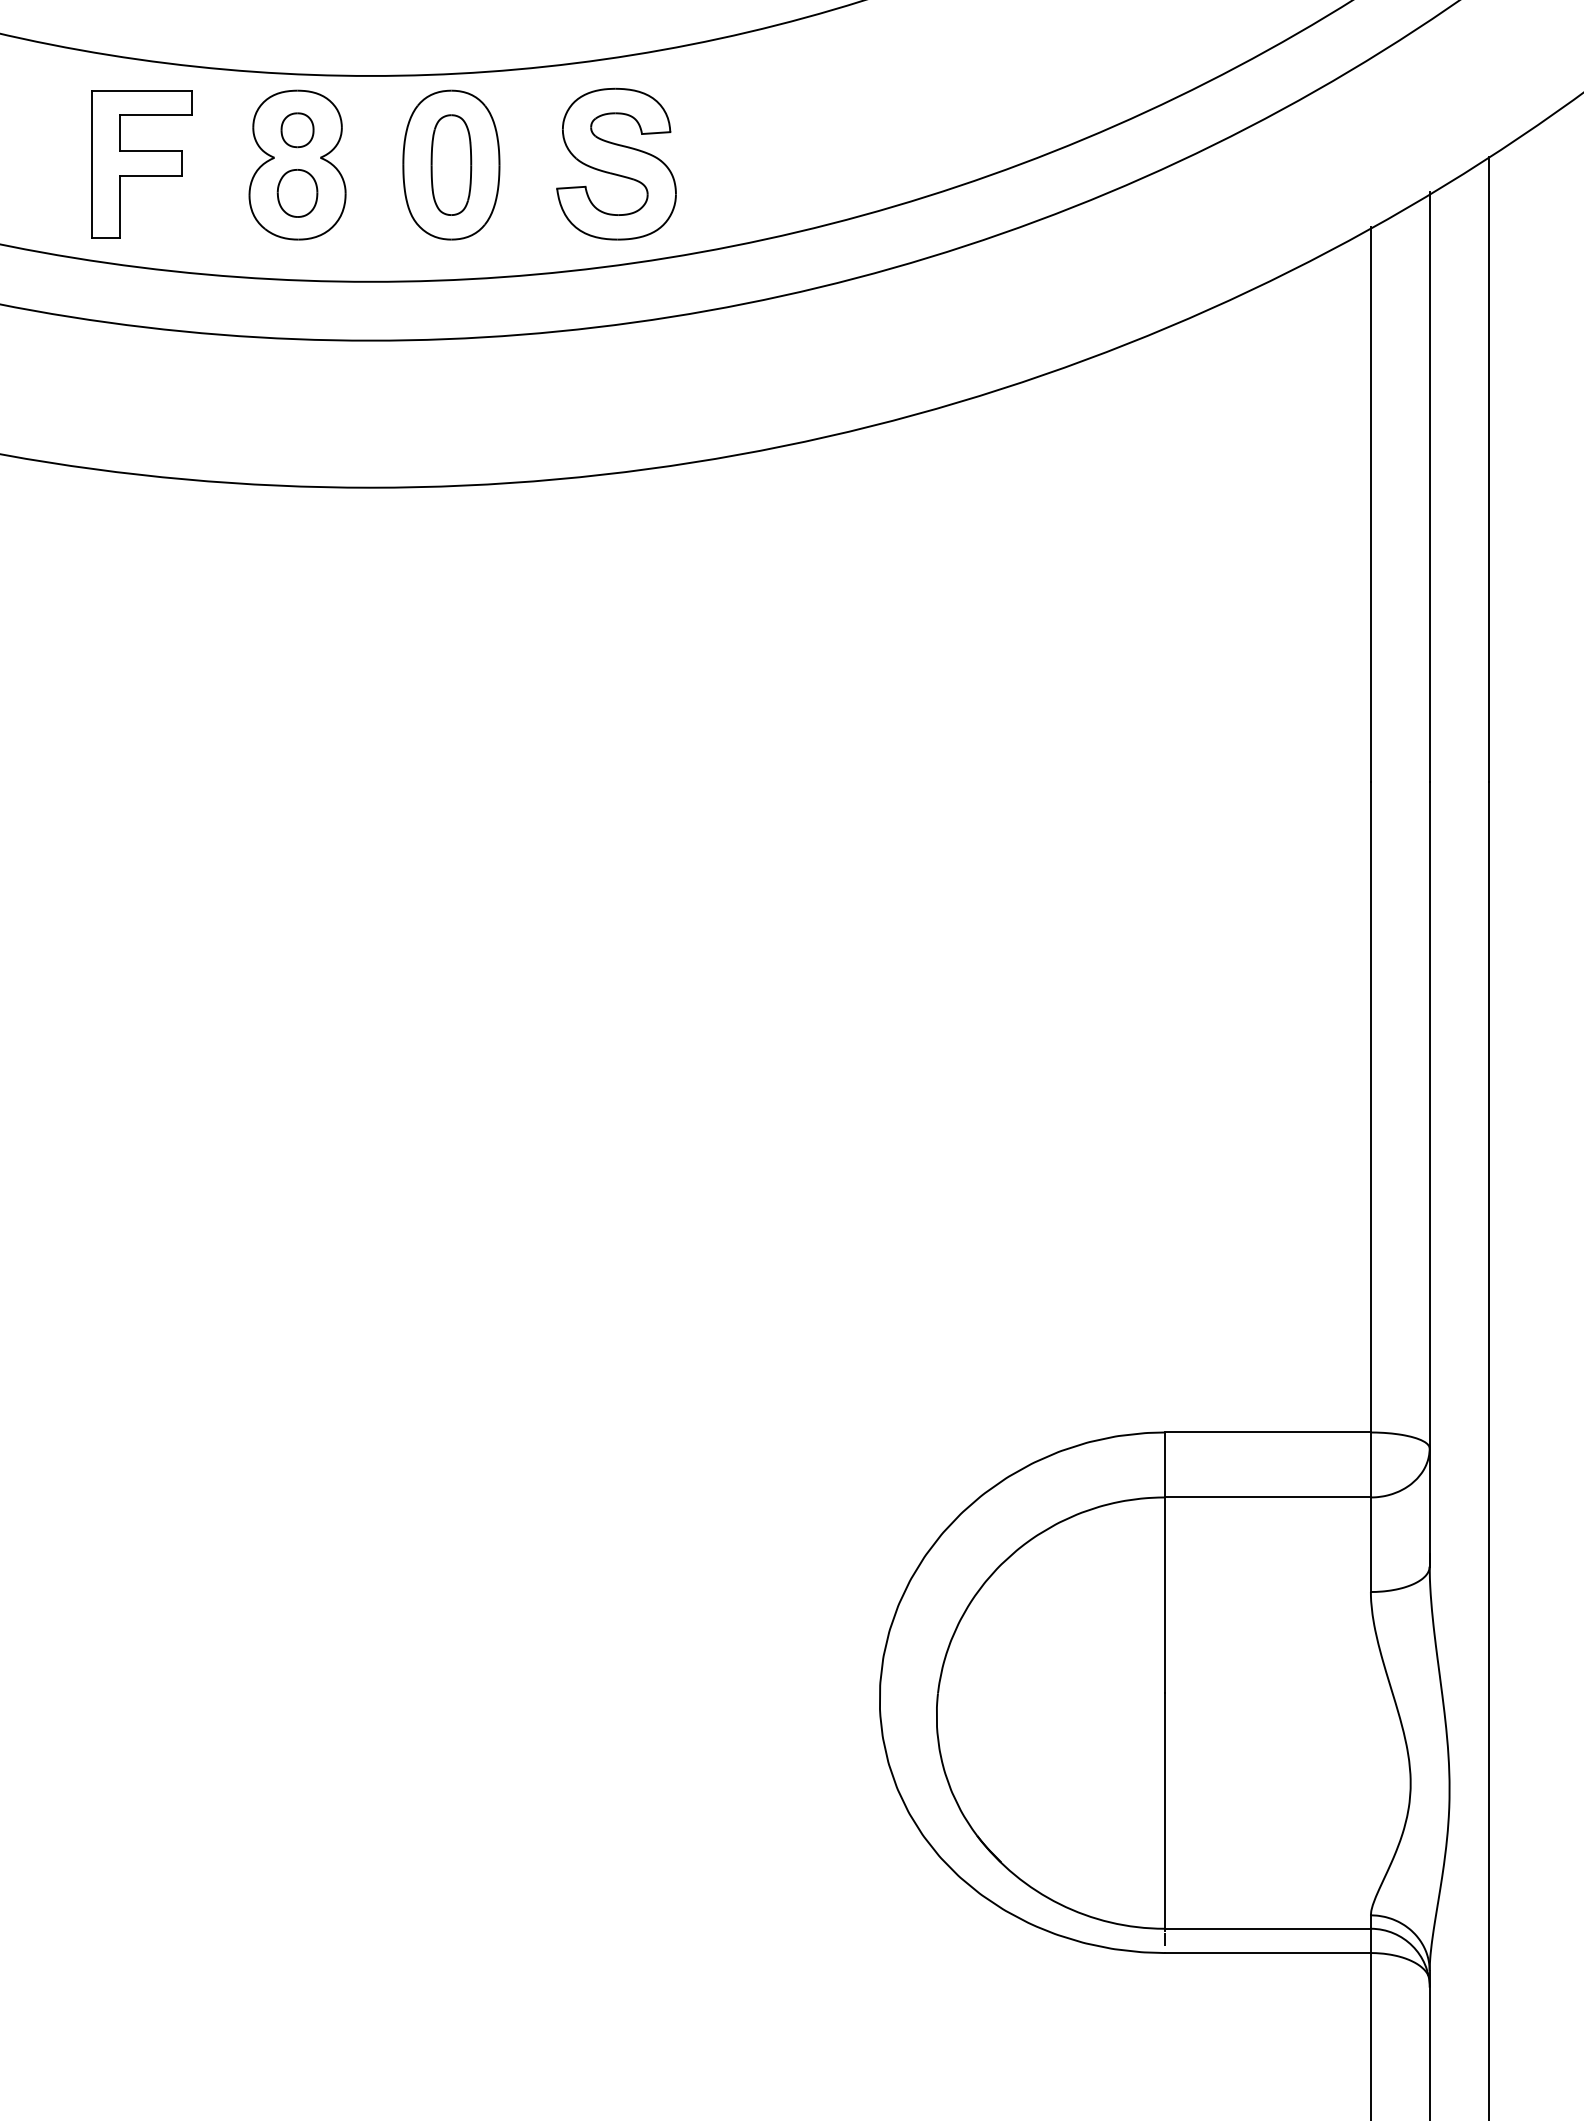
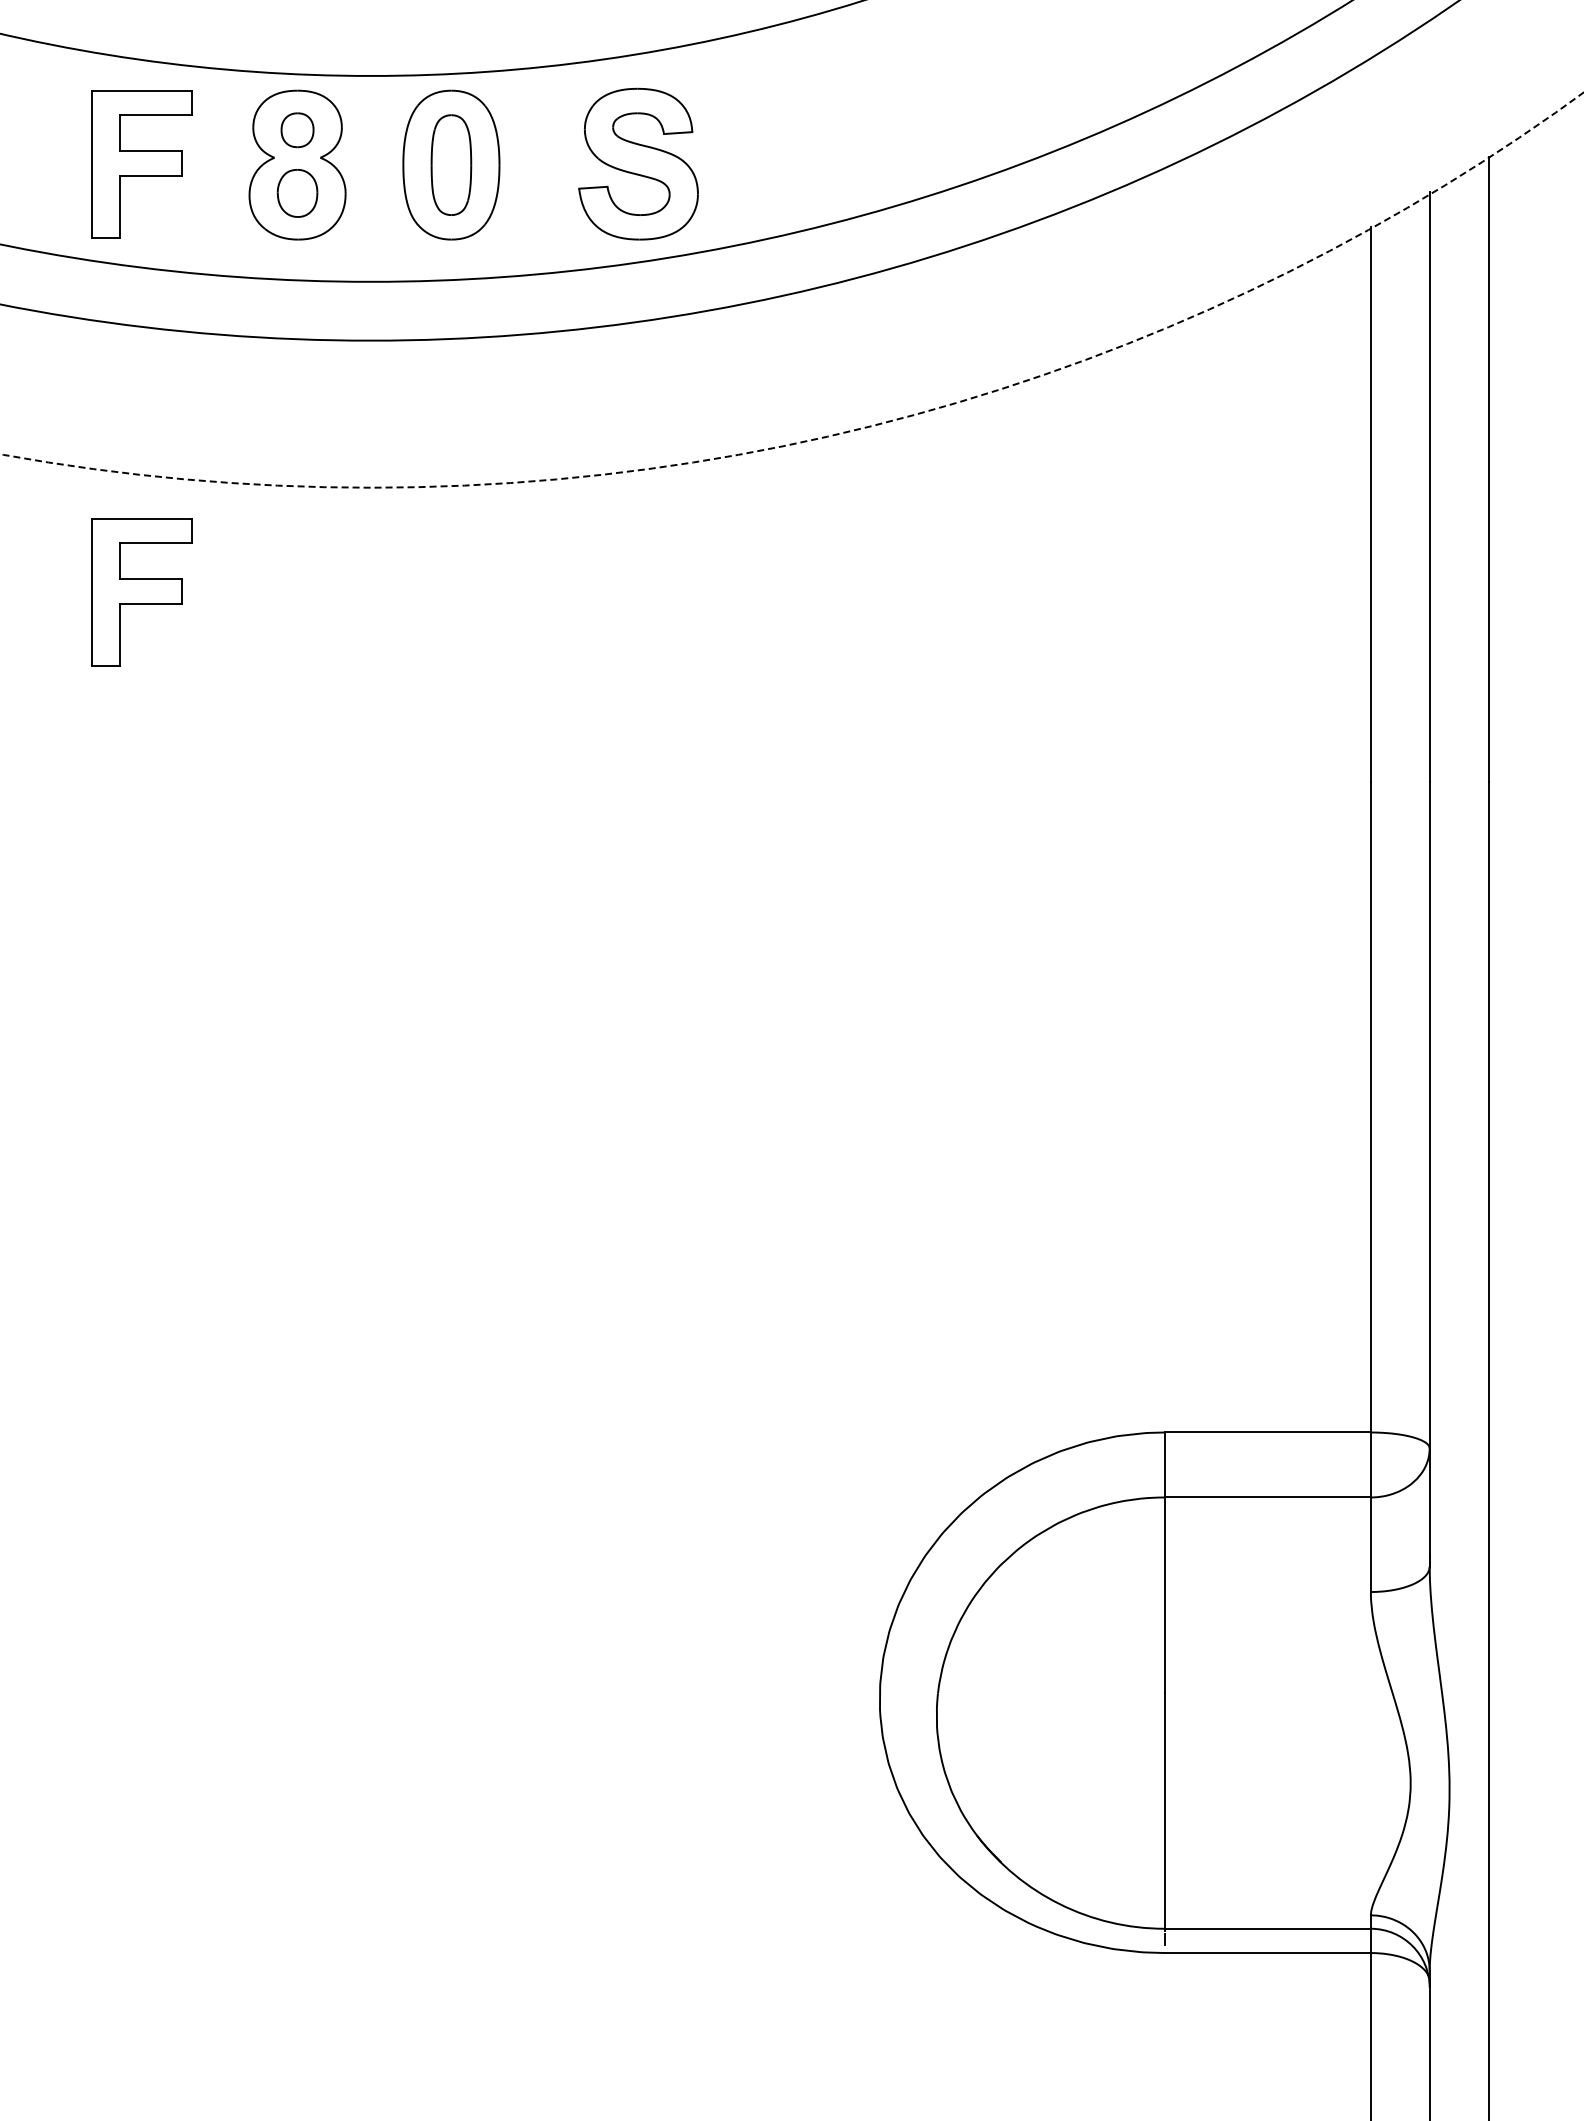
part at (616, 163) position: (616, 163) -> (638, 163)
arc at (828, 436): solid -> dashed
part at (141, 592): none -> present
